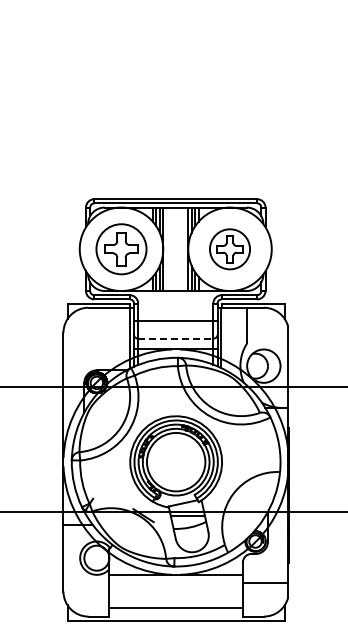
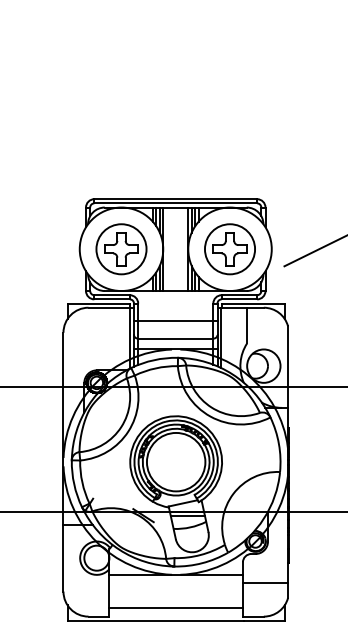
part at (229, 249) size: 42x43 px -> 52x53 px
line at (314, 251): none -> present
line at (175, 338): dashed -> solid
